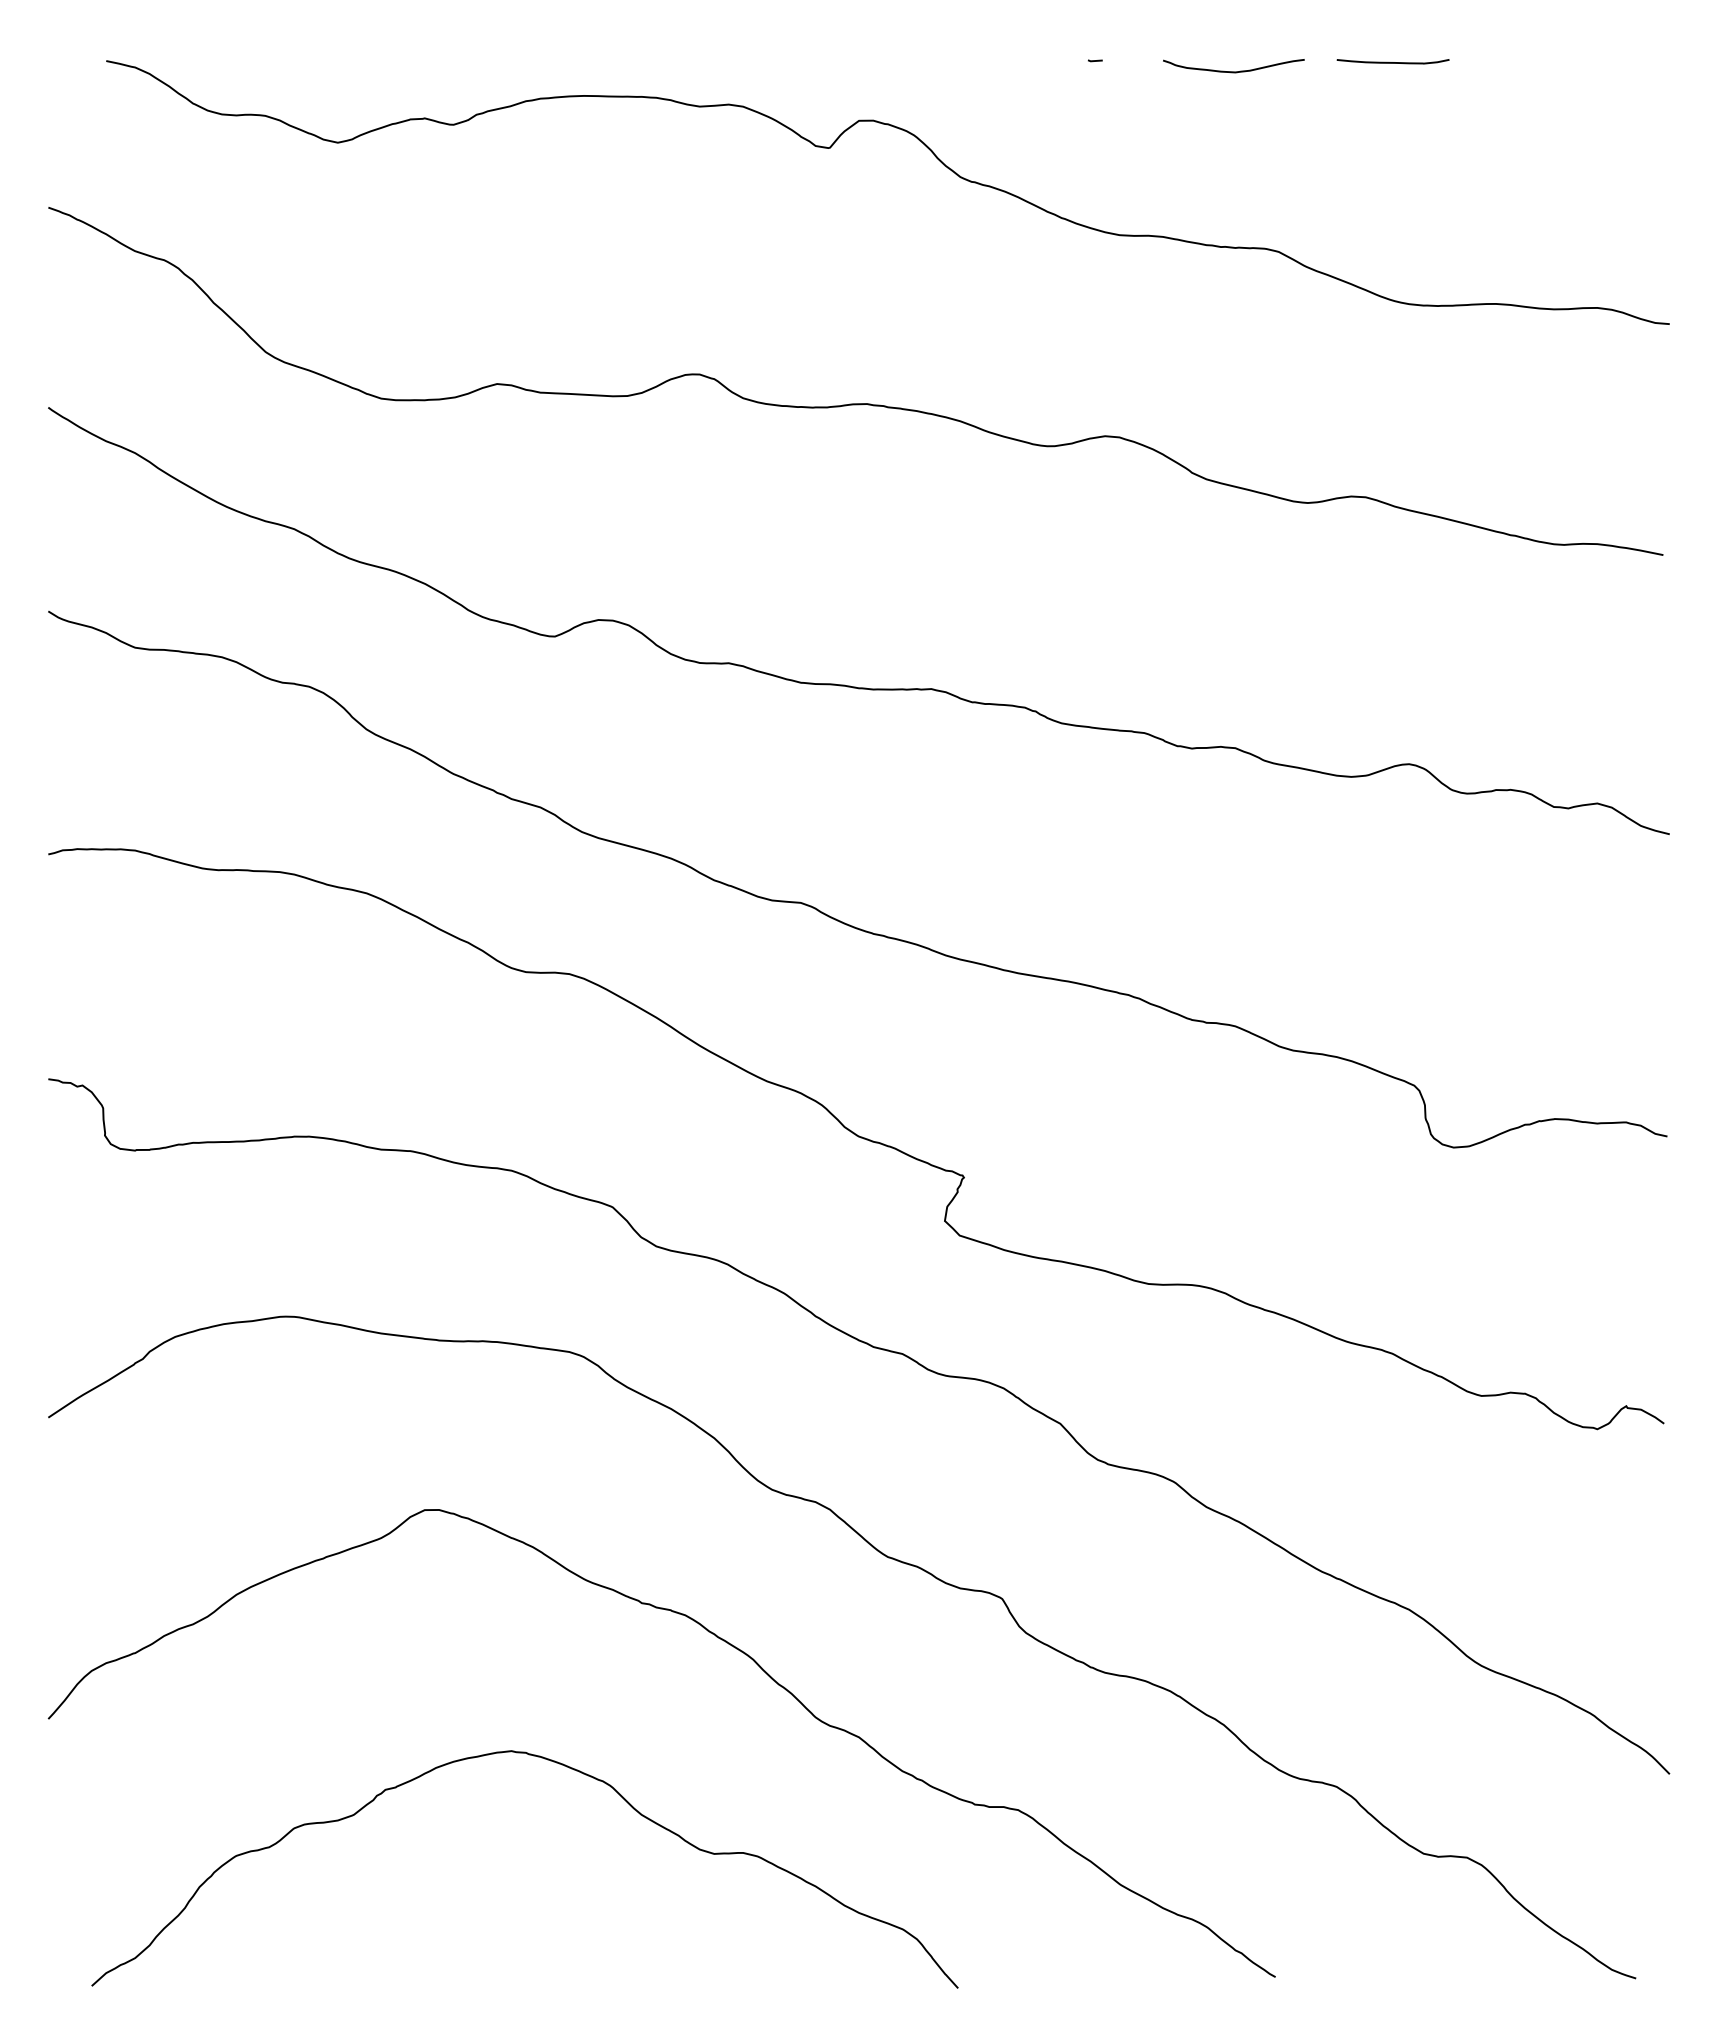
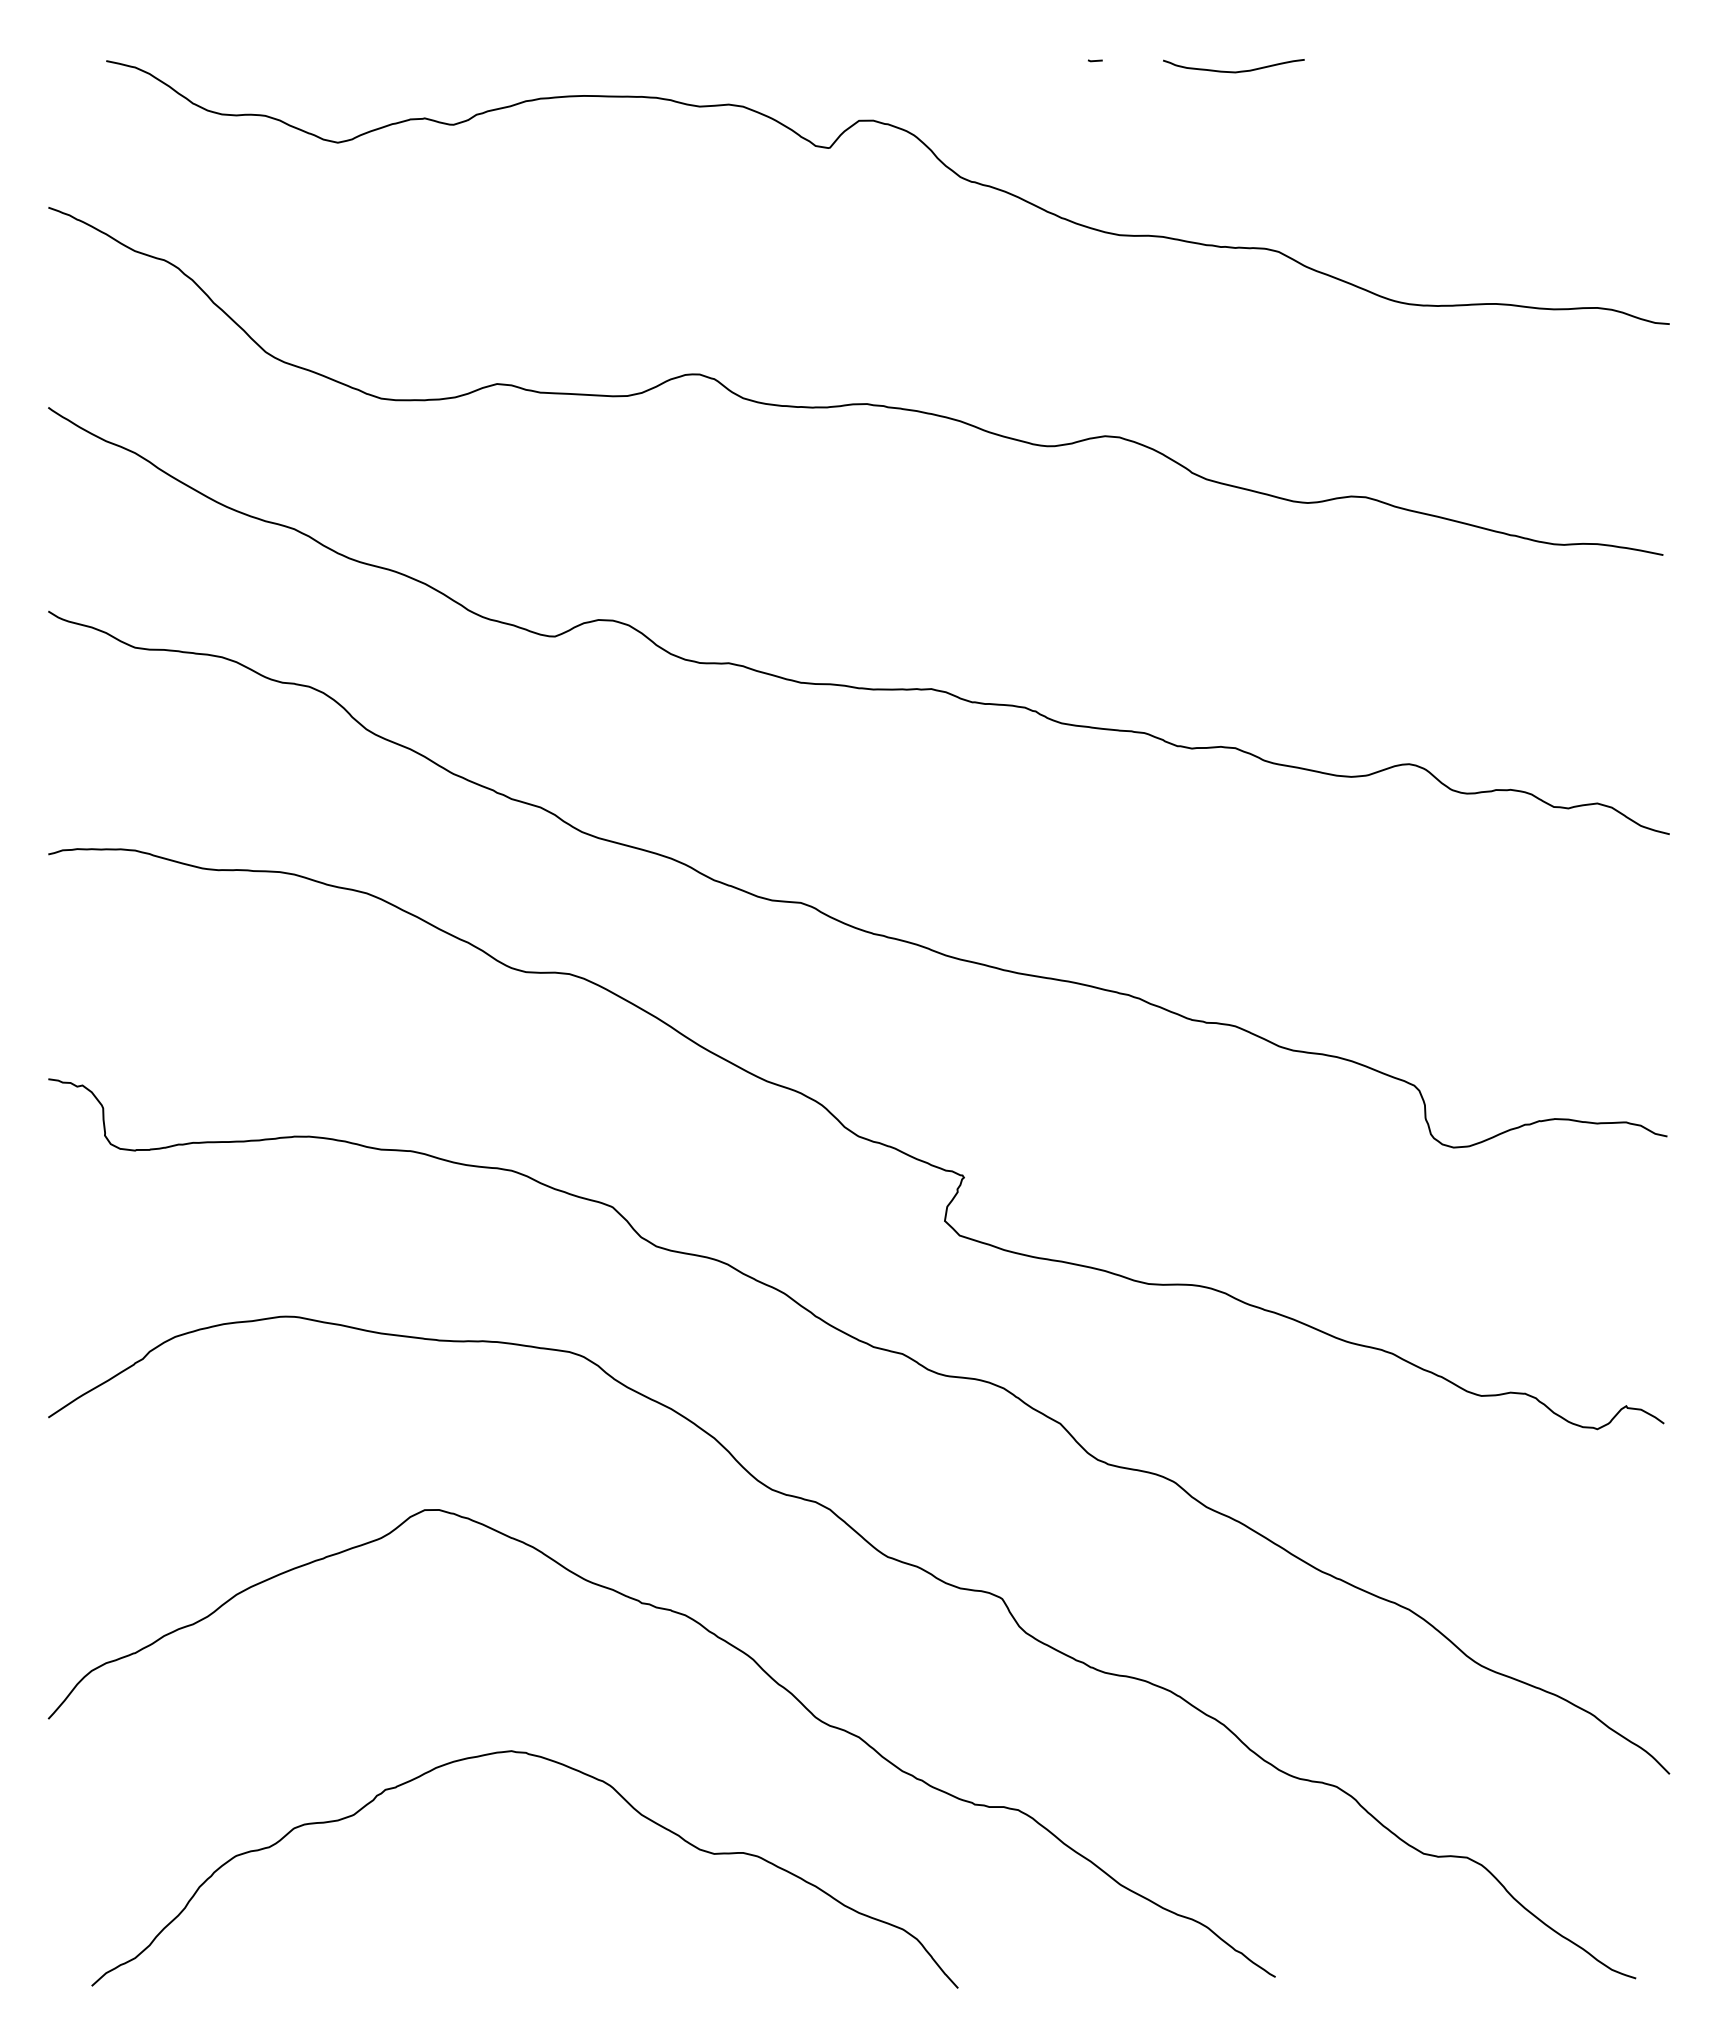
curve at (1392, 62): present -> none
